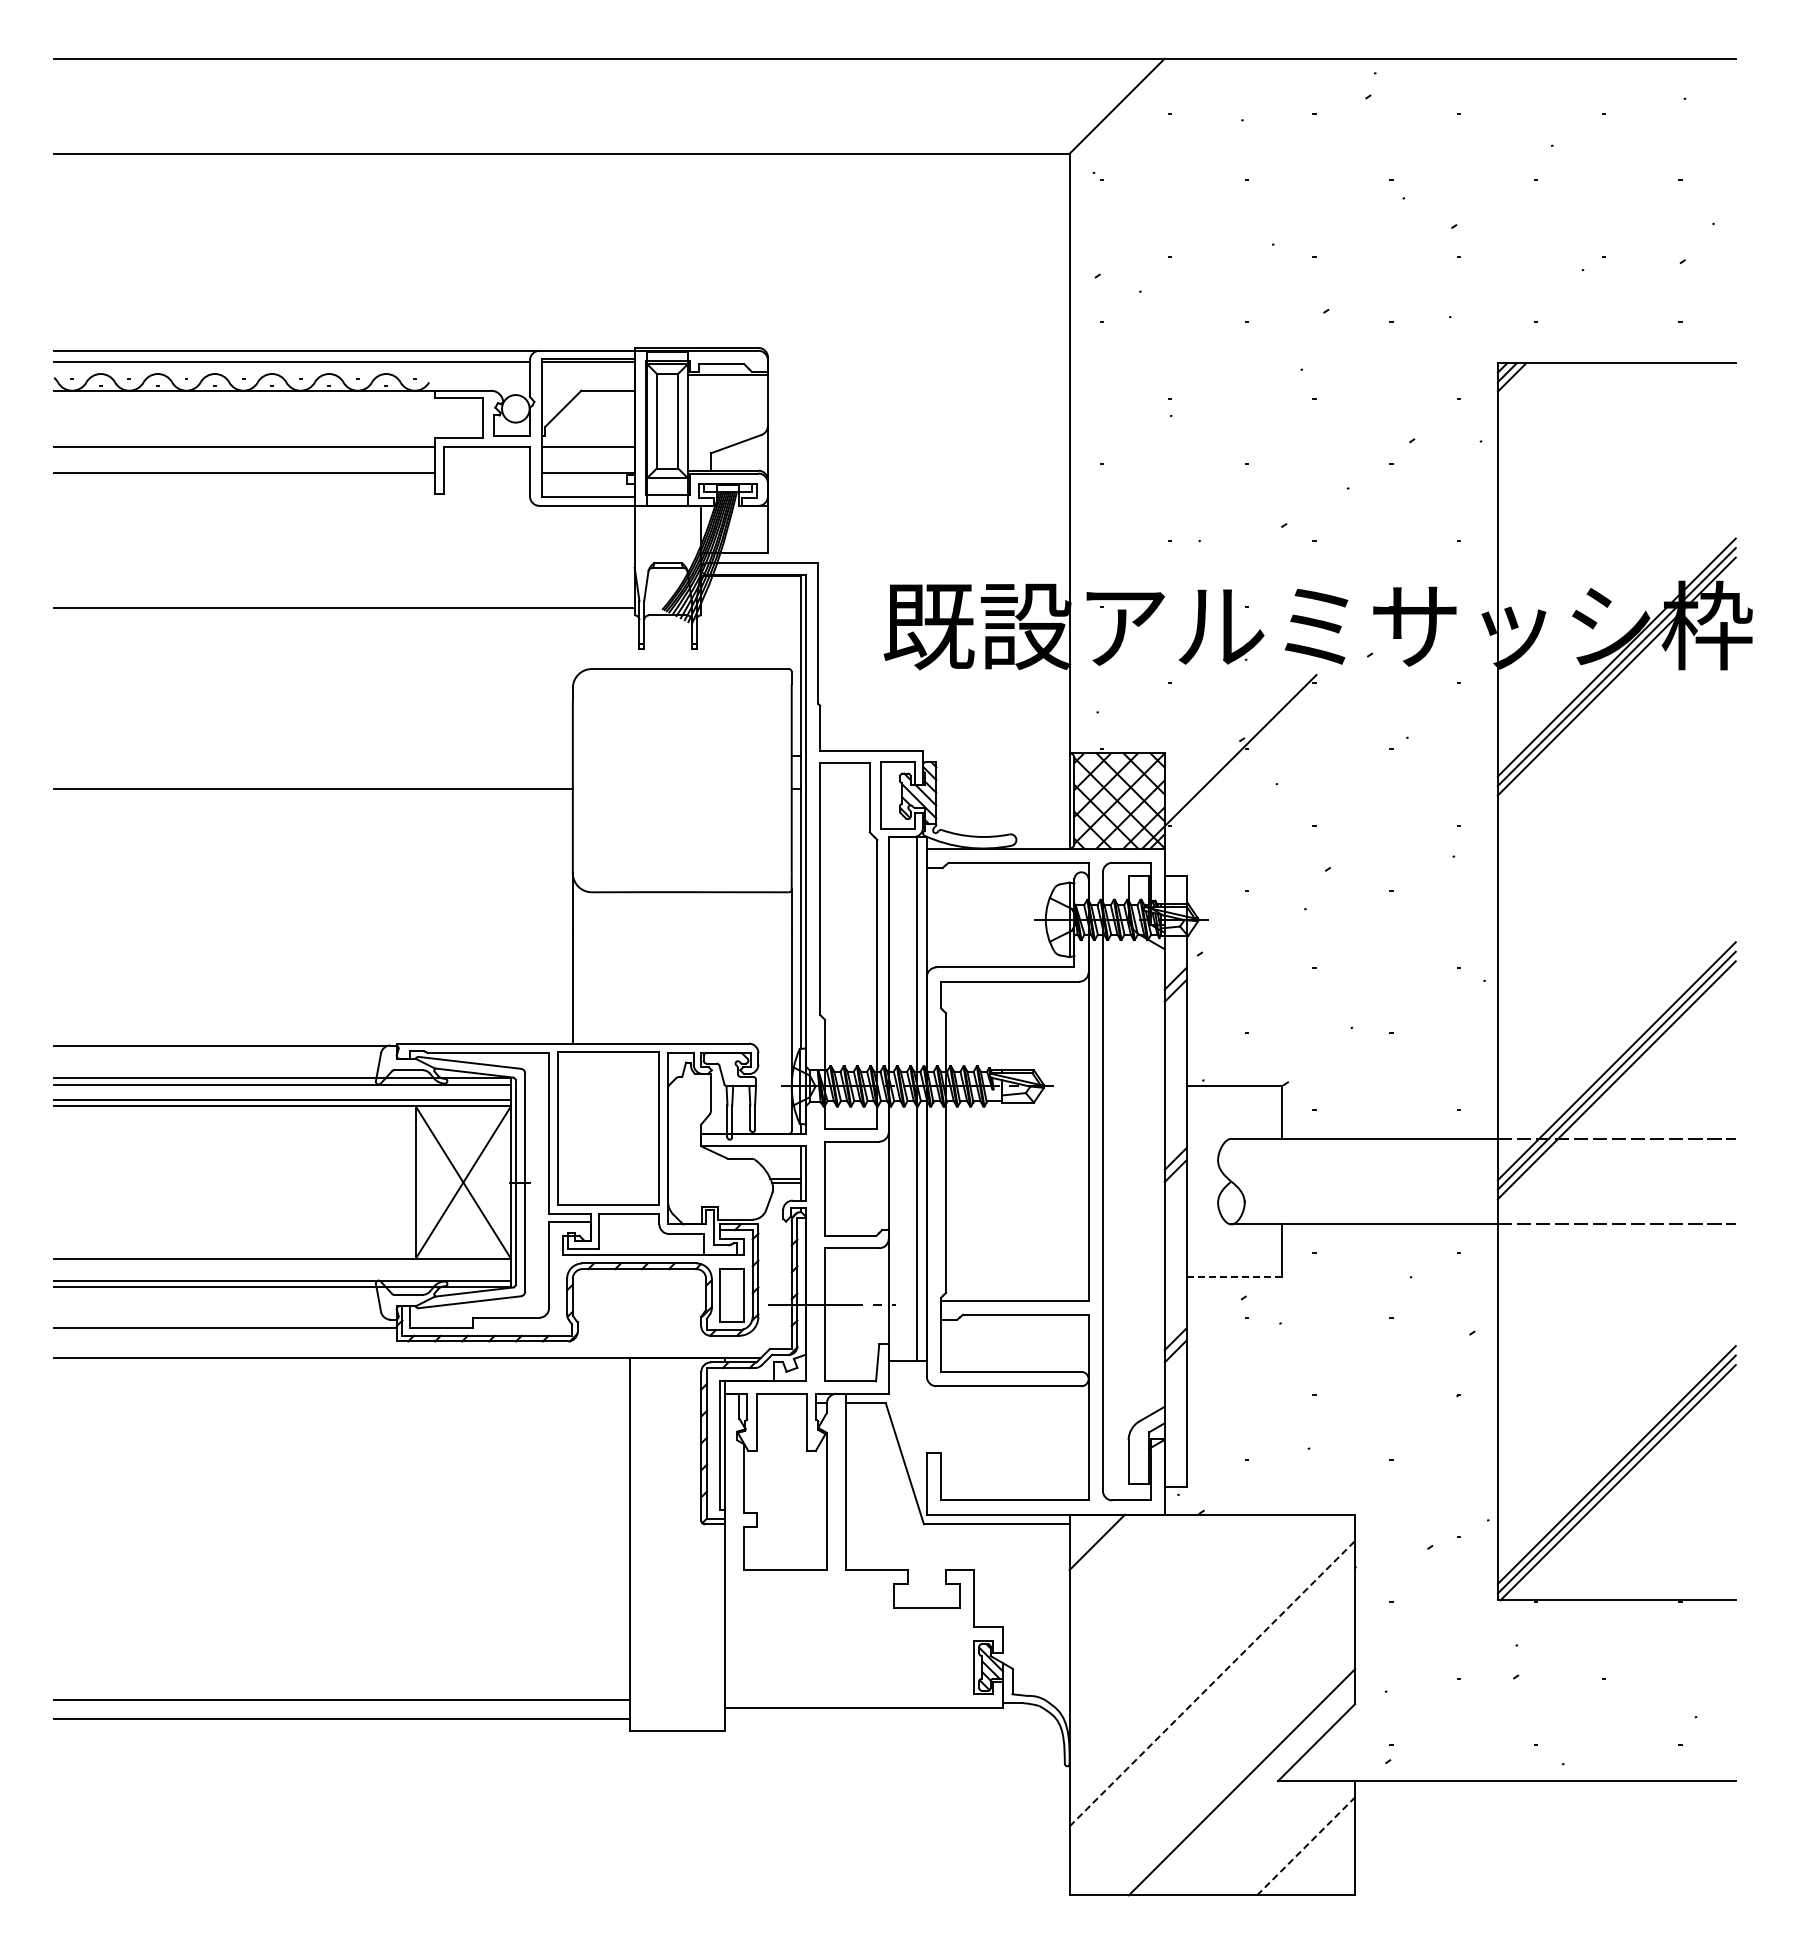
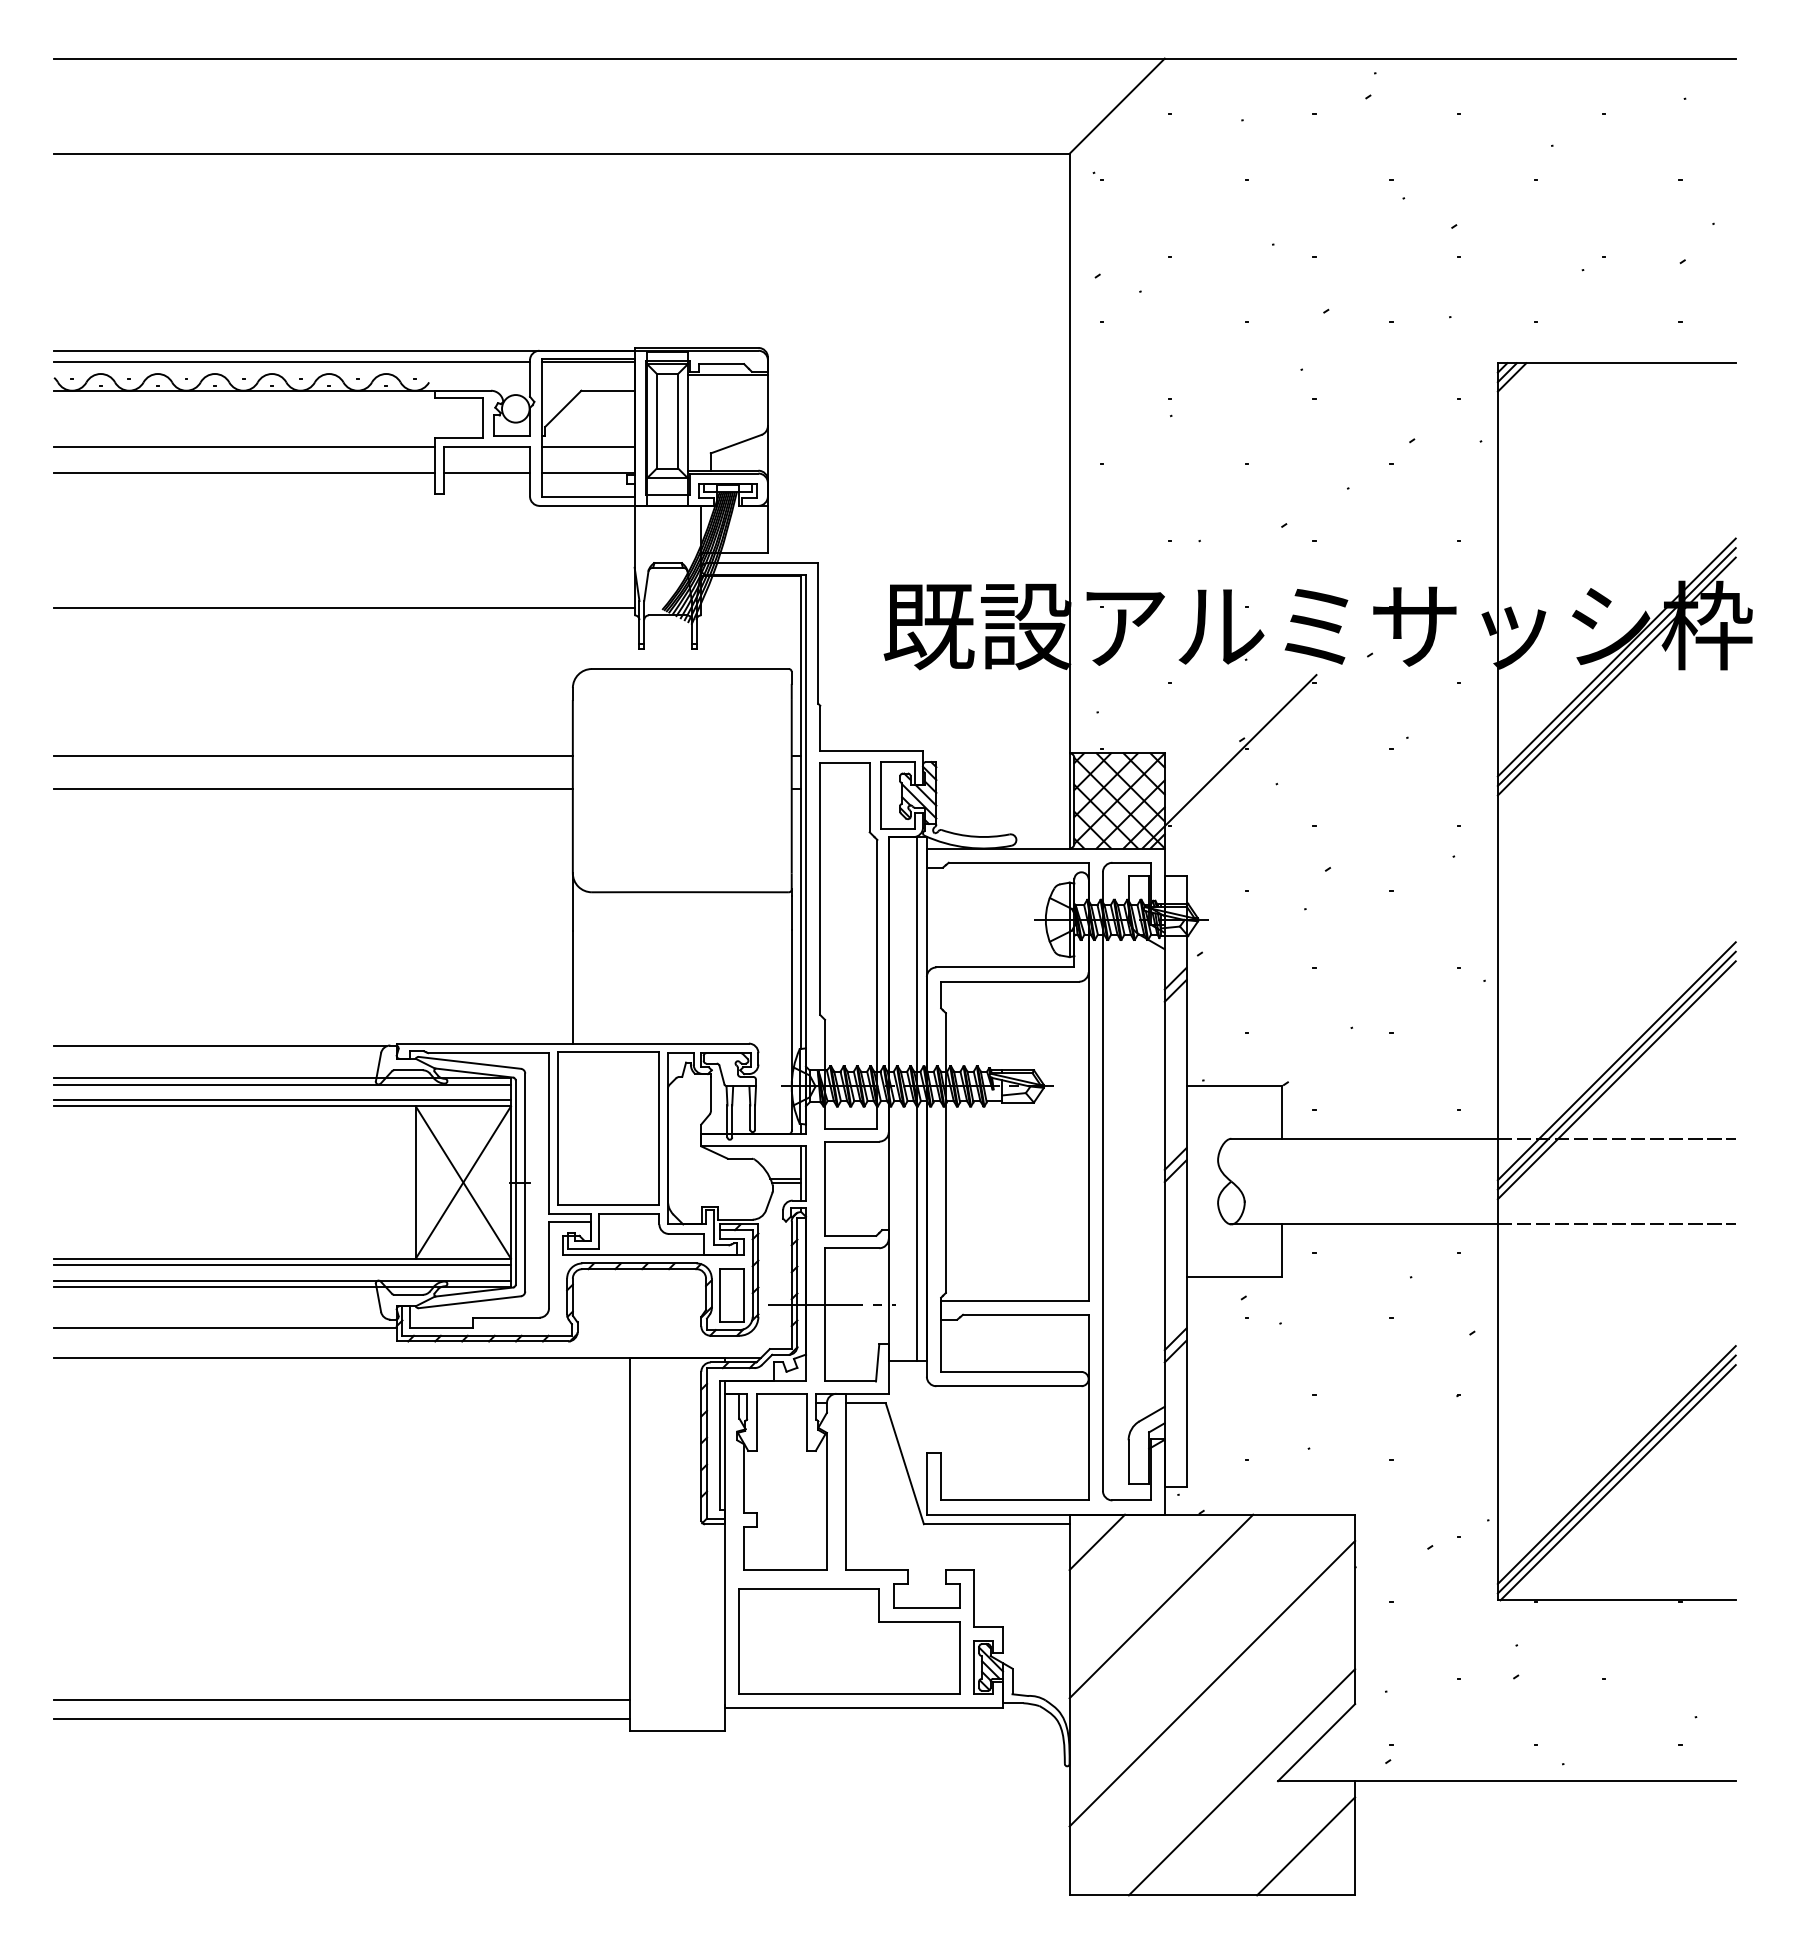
line at (487, 472): none -> present
line at (313, 756): none -> present
line at (282, 1265): none -> present
line at (1234, 1276): dashed -> solid
line at (1161, 1606): none -> present
part at (849, 1641): none -> present
line at (1212, 1683): dashed -> solid
line at (1306, 1846): dashed -> solid
